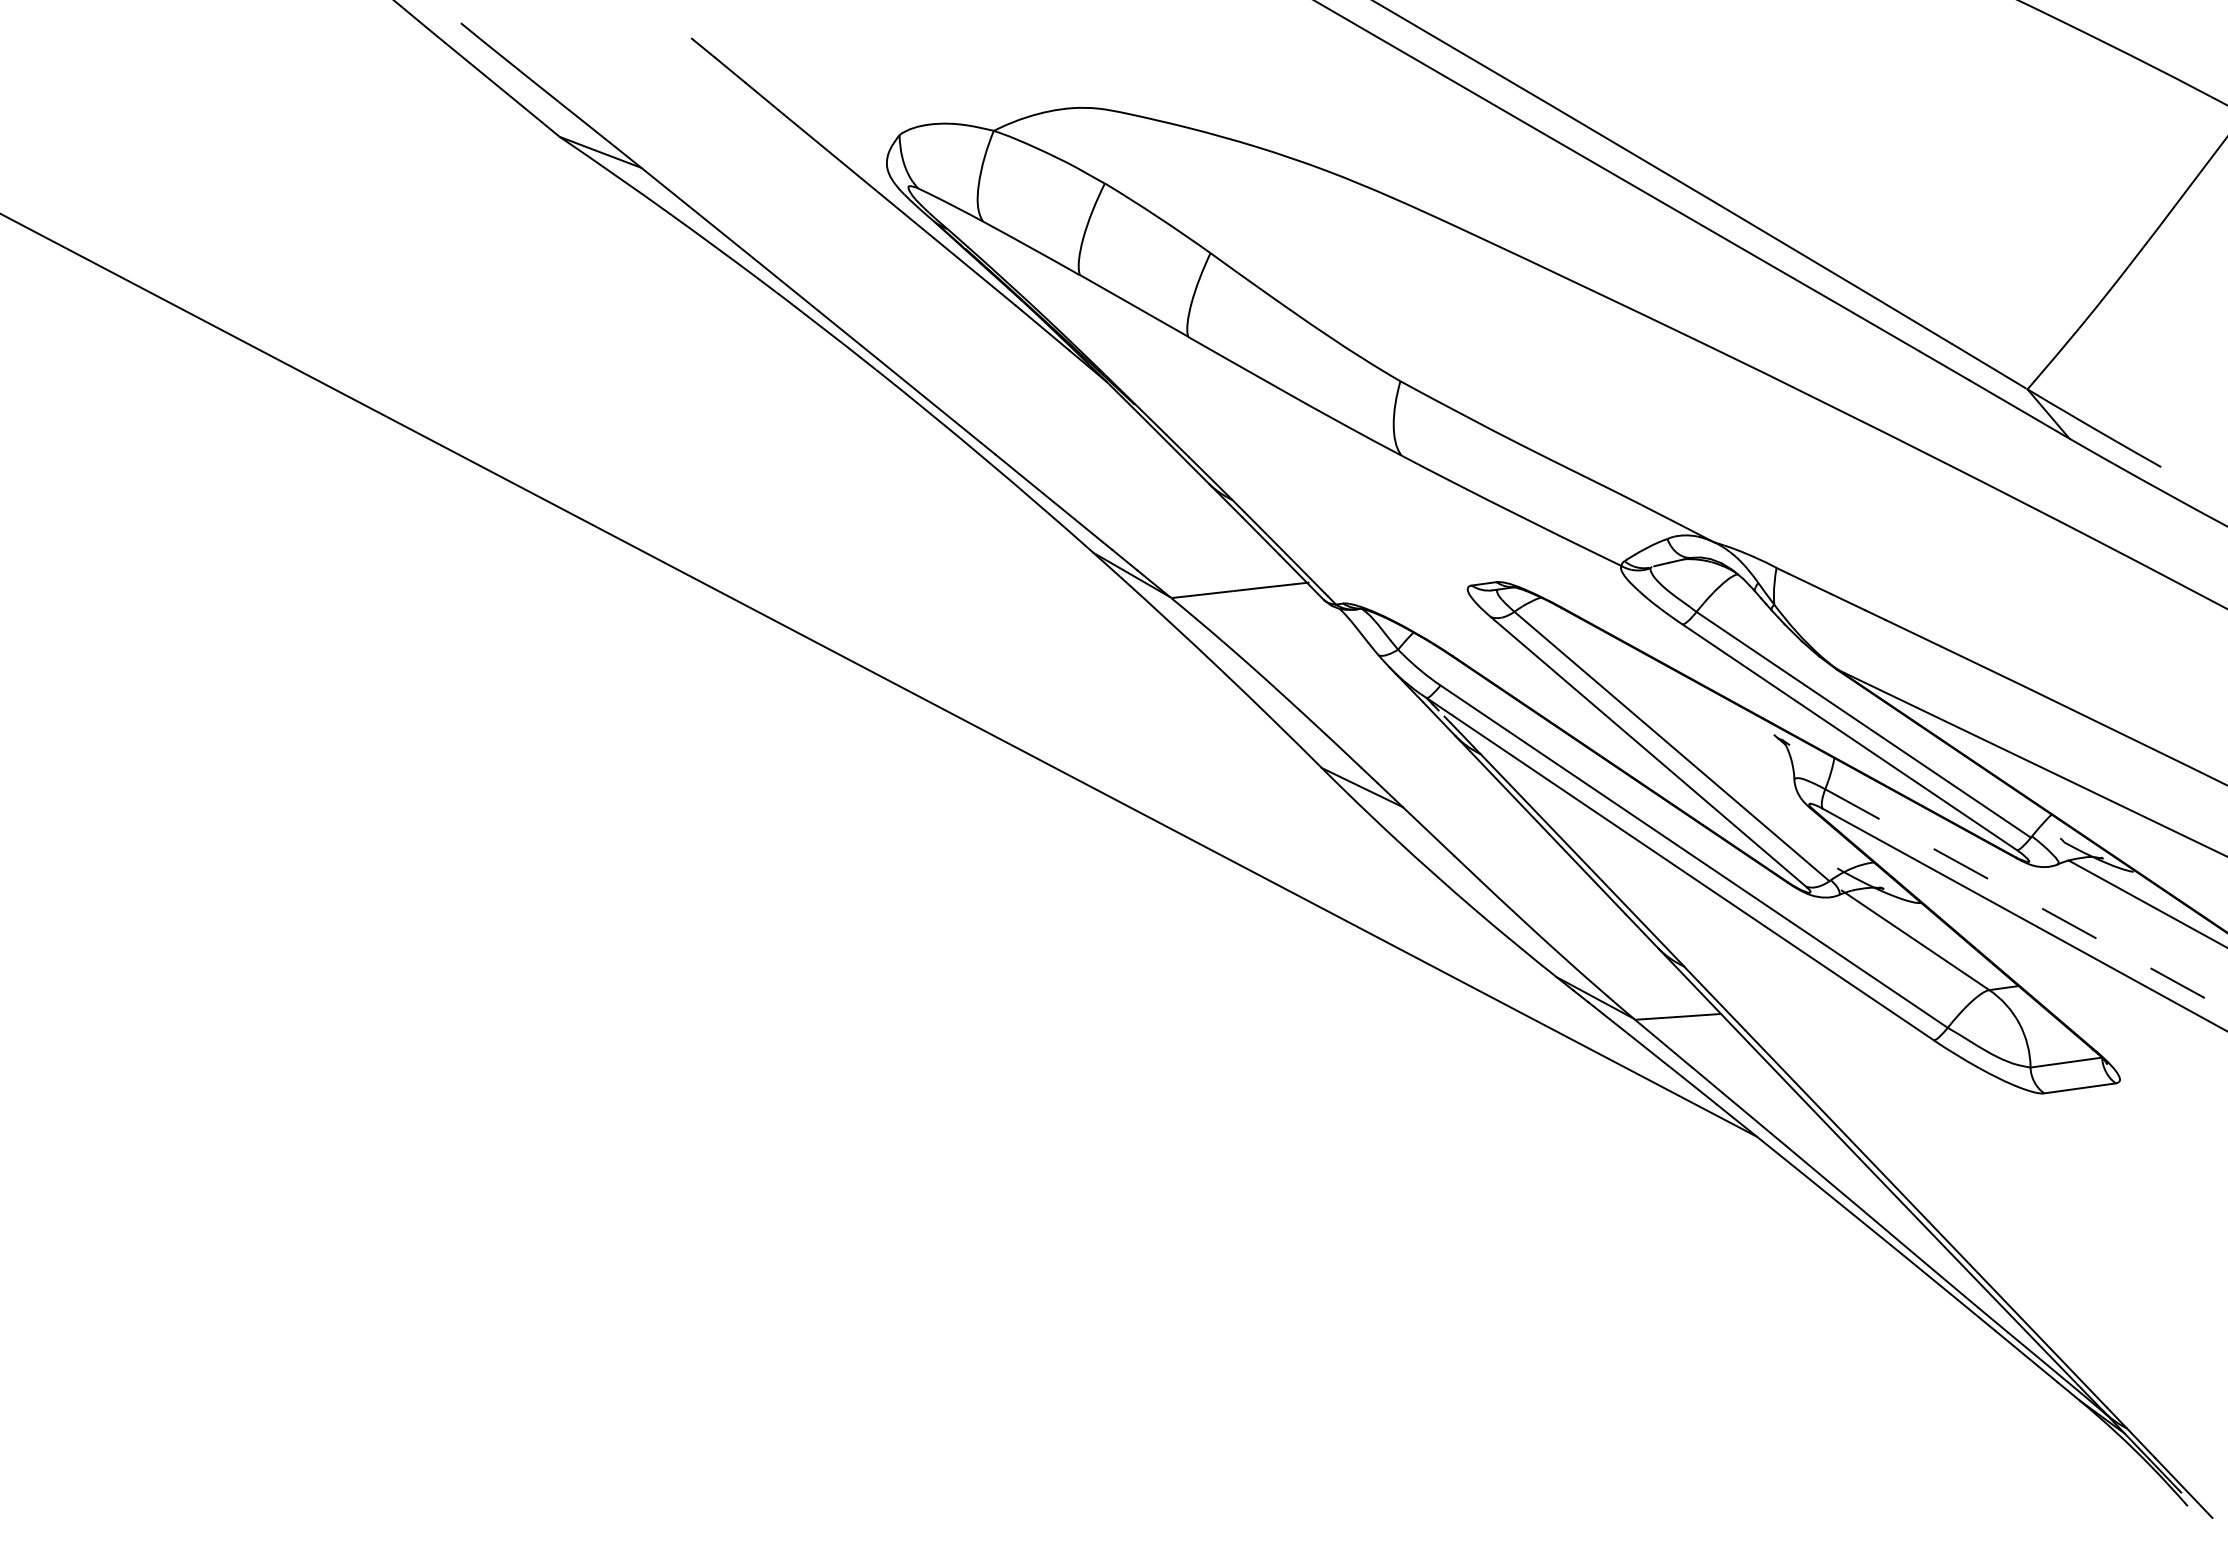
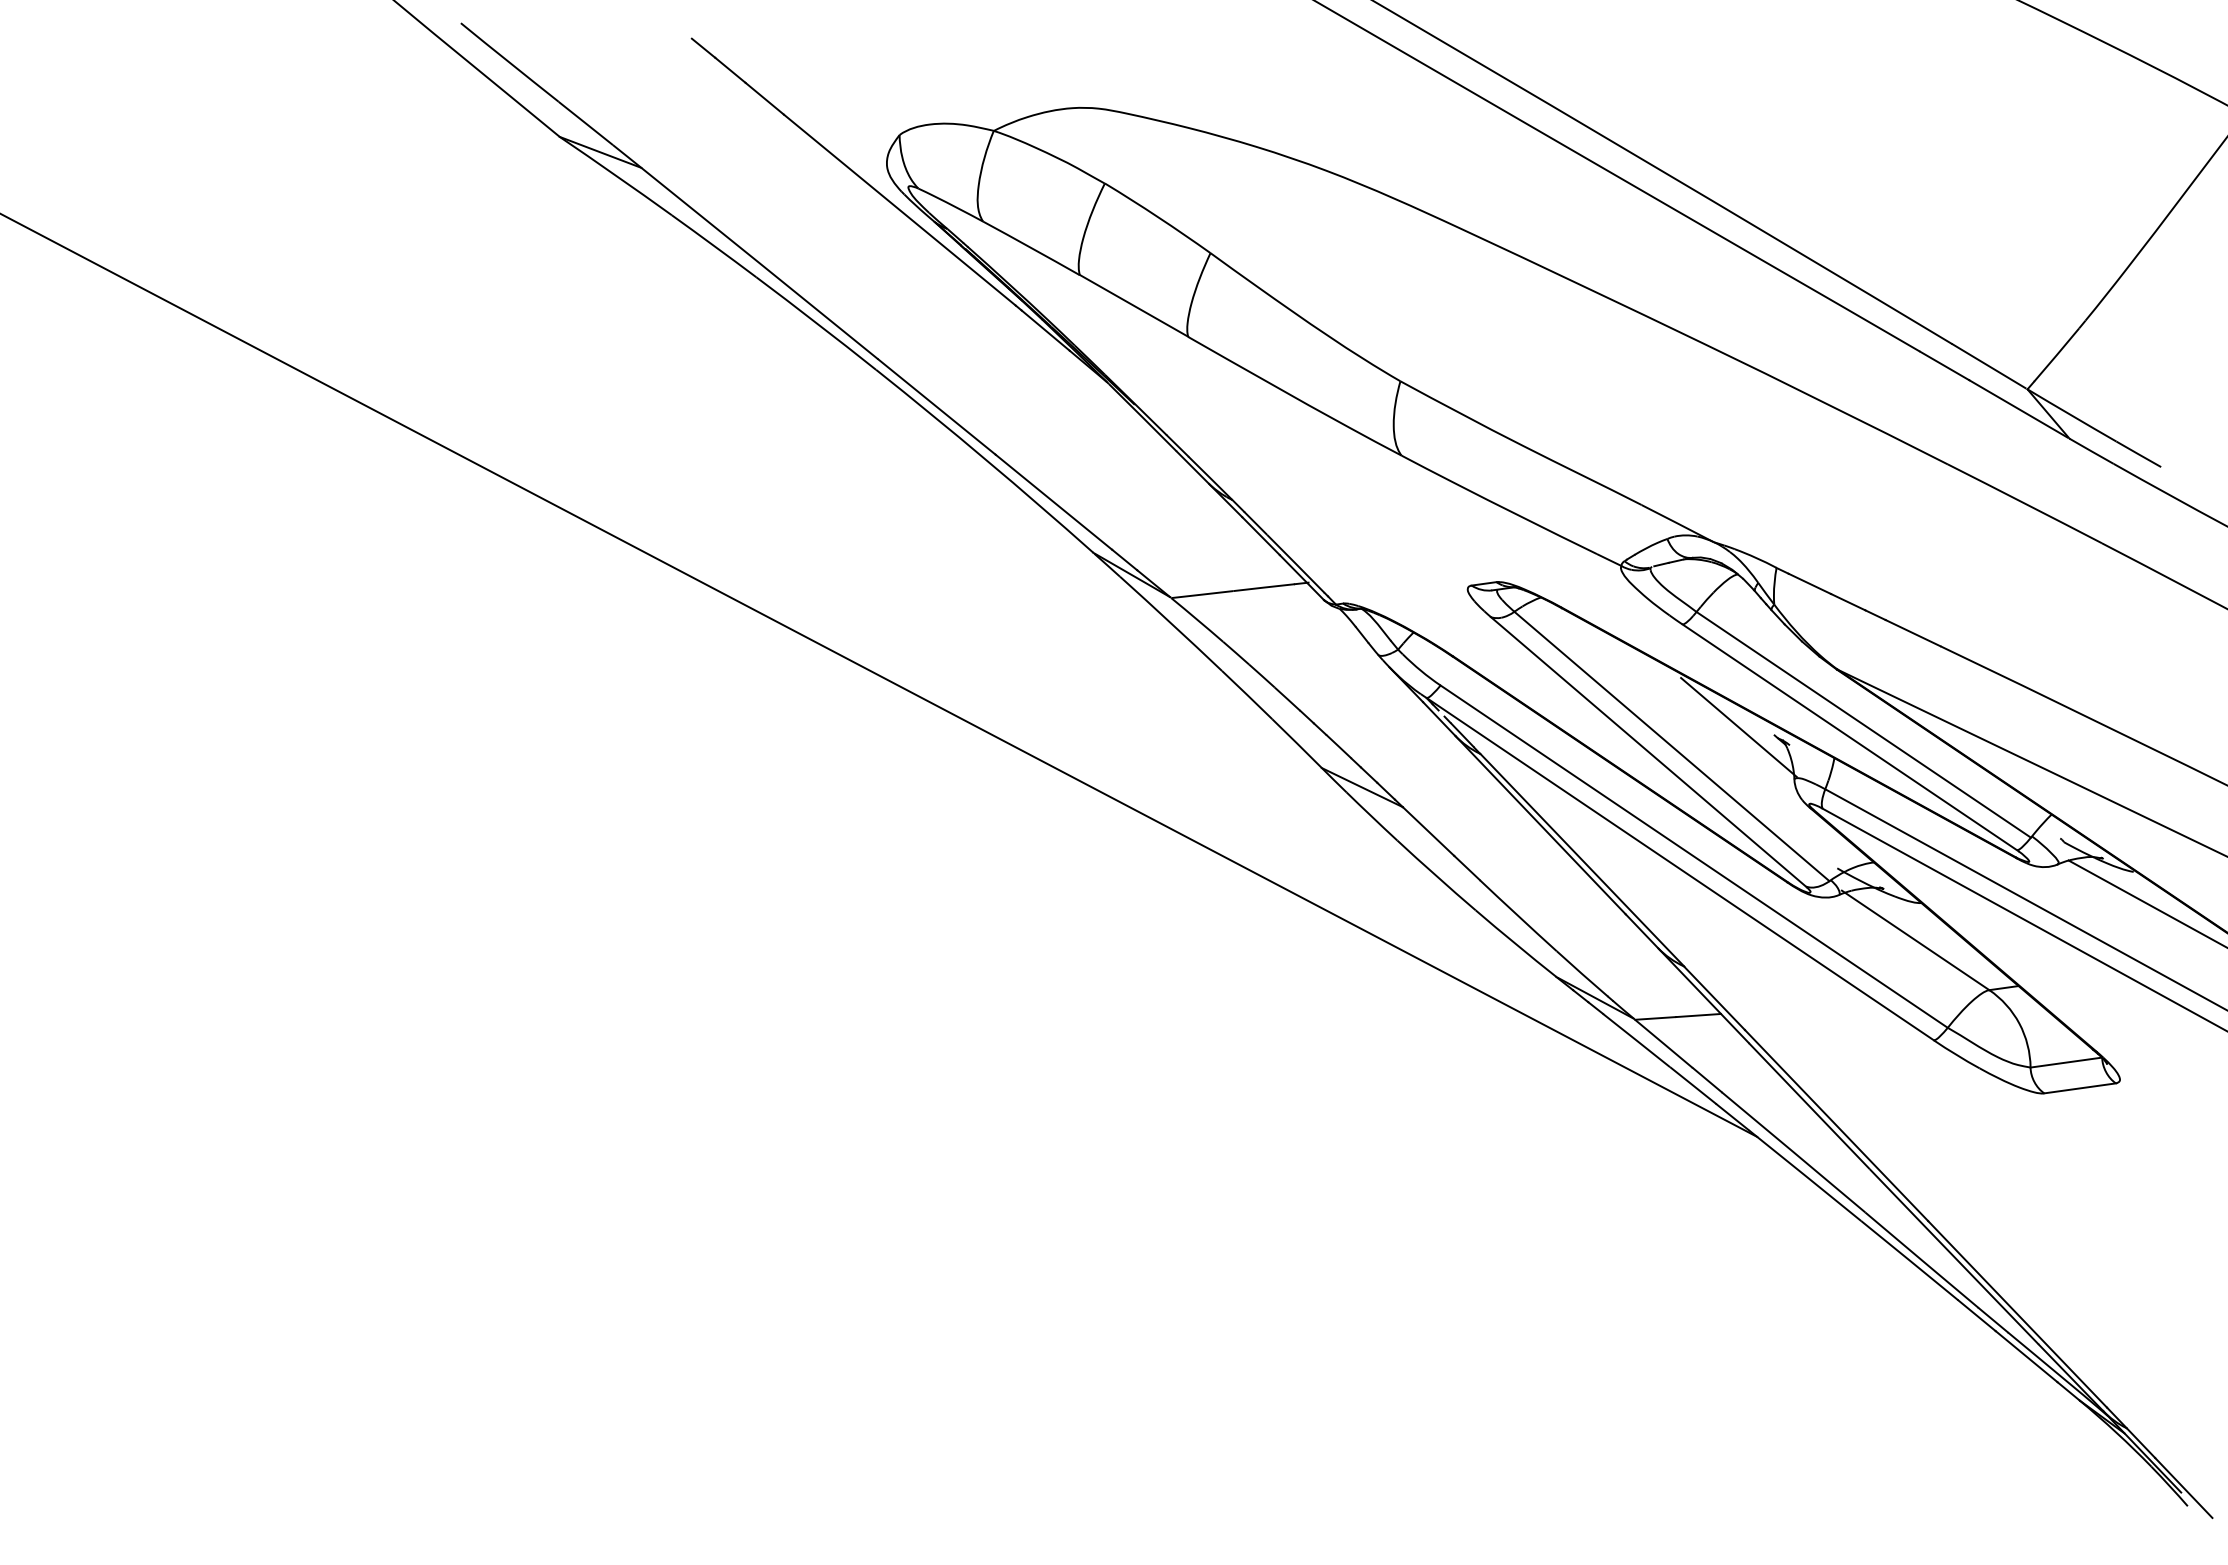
line at (1738, 727): none -> present
line at (2026, 899): dashed -> solid
